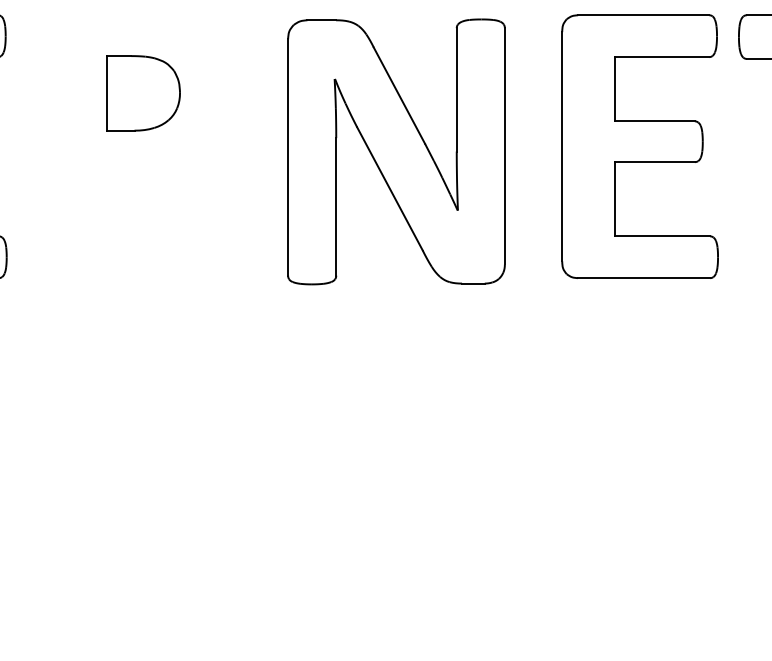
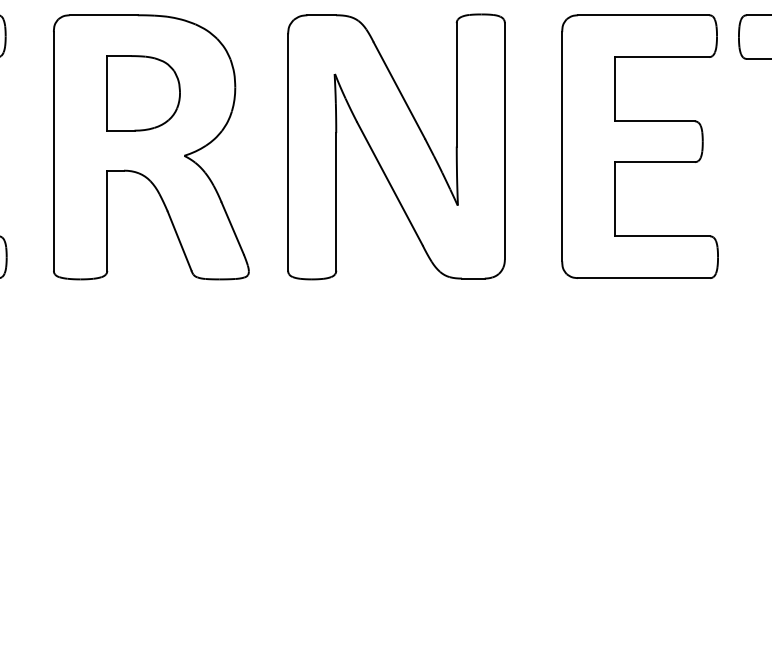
part at (151, 147): none -> present
part at (396, 151) position: (396, 151) -> (396, 146)
